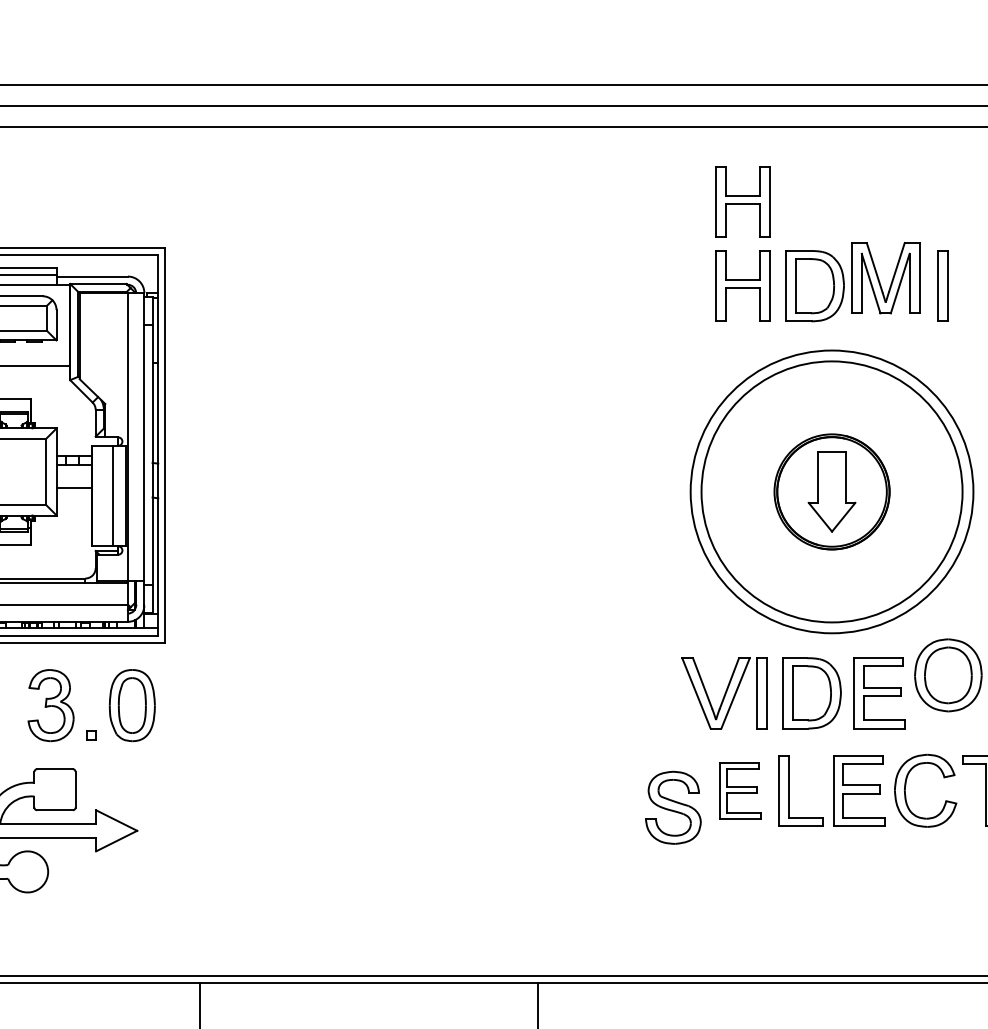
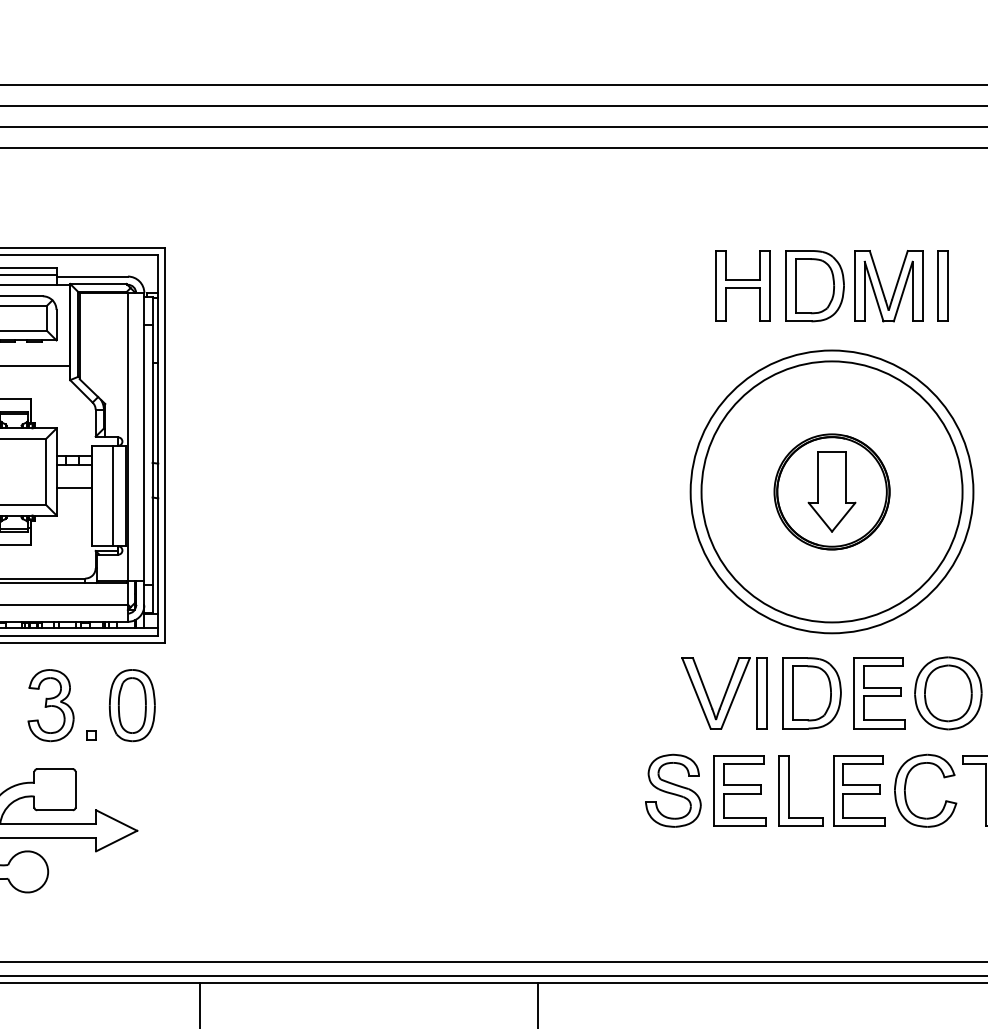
line at (493, 148): none -> present
part at (742, 201): present -> none
part at (885, 278) position: (885, 278) -> (888, 286)
part at (948, 675) position: (948, 675) -> (948, 693)
part at (740, 790) size: 43x58 px -> 54x72 px
part at (673, 807) position: (673, 807) -> (673, 790)
line at (493, 961): none -> present
